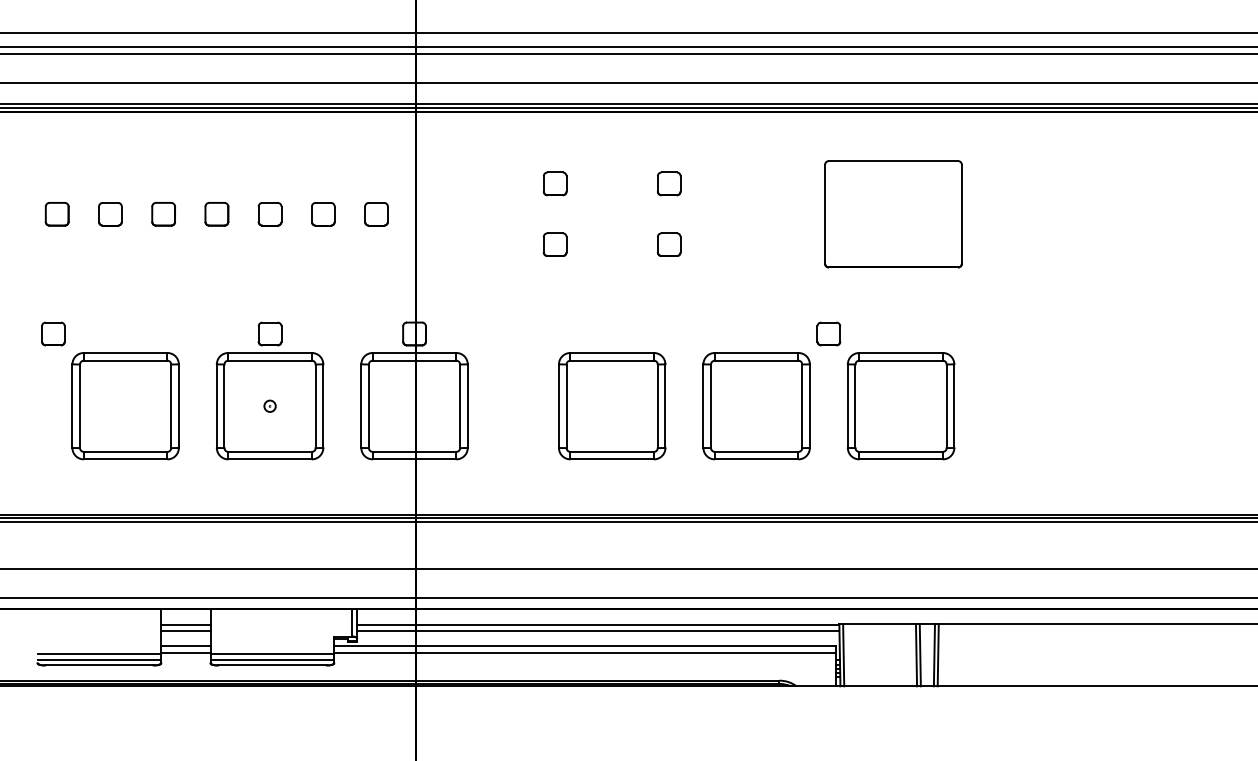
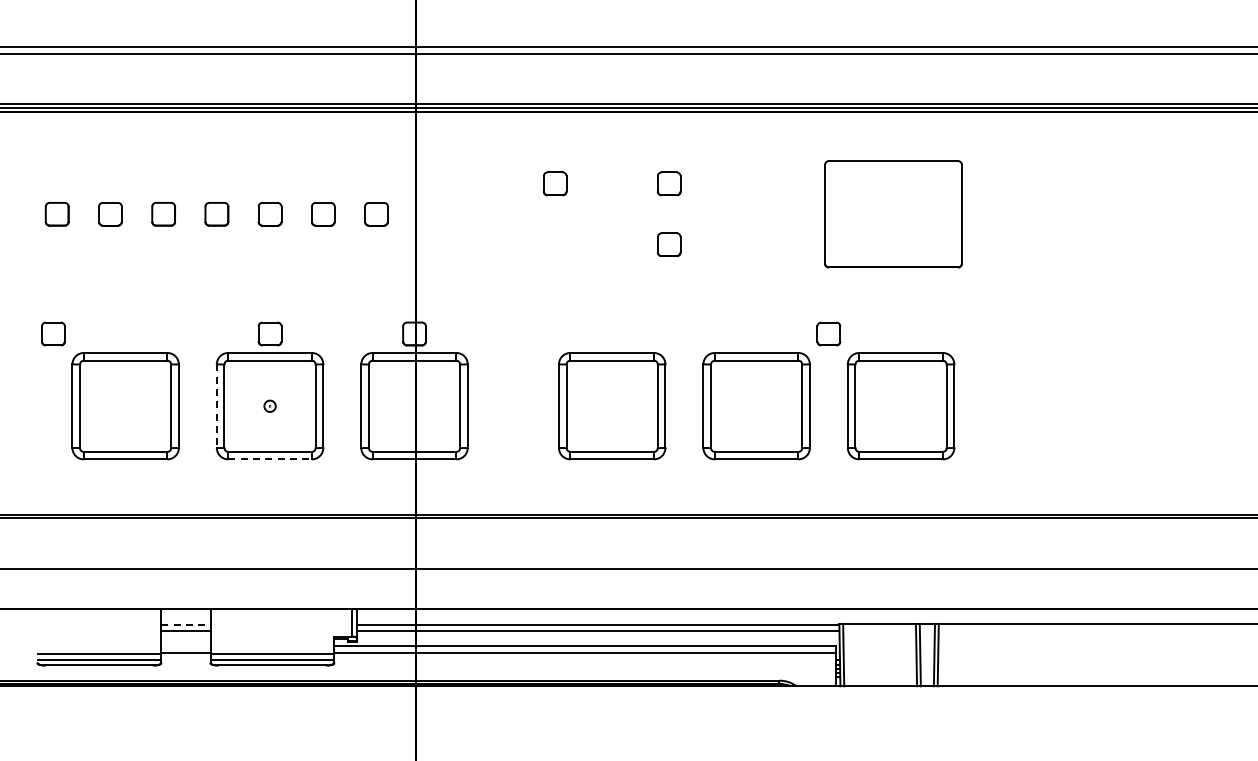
line at (628, 32): present -> none
line at (628, 82): present -> none
part at (554, 244): present -> none
line at (216, 406): solid -> dashed
line at (270, 459): solid -> dashed
line at (628, 522): present -> none
line at (628, 598): present -> none
line at (185, 625): solid -> dashed
line at (185, 645): present -> none
